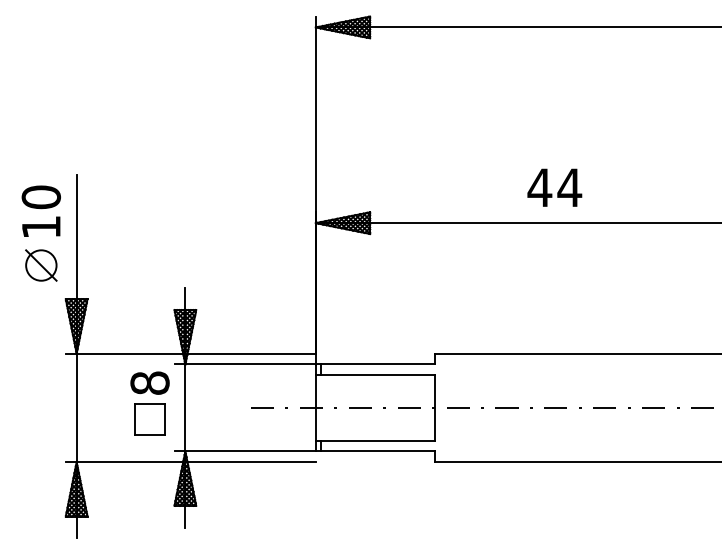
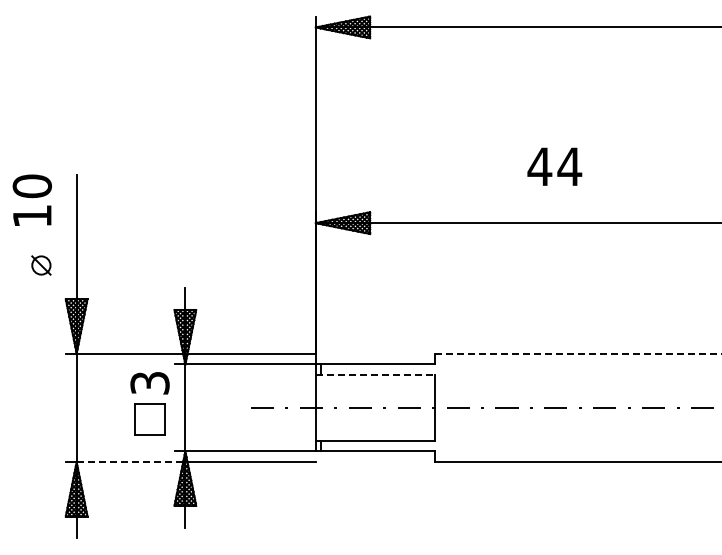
text at (554, 187) position: (554, 187) -> (554, 166)
text at (40, 210) position: (40, 210) -> (31, 199)
part at (41, 265) size: 33x33 px -> 21x21 px
line at (578, 353): solid -> dashed
line at (375, 375): solid -> dashed
text at (149, 382): 8 -> 3
line at (129, 462): solid -> dashed
